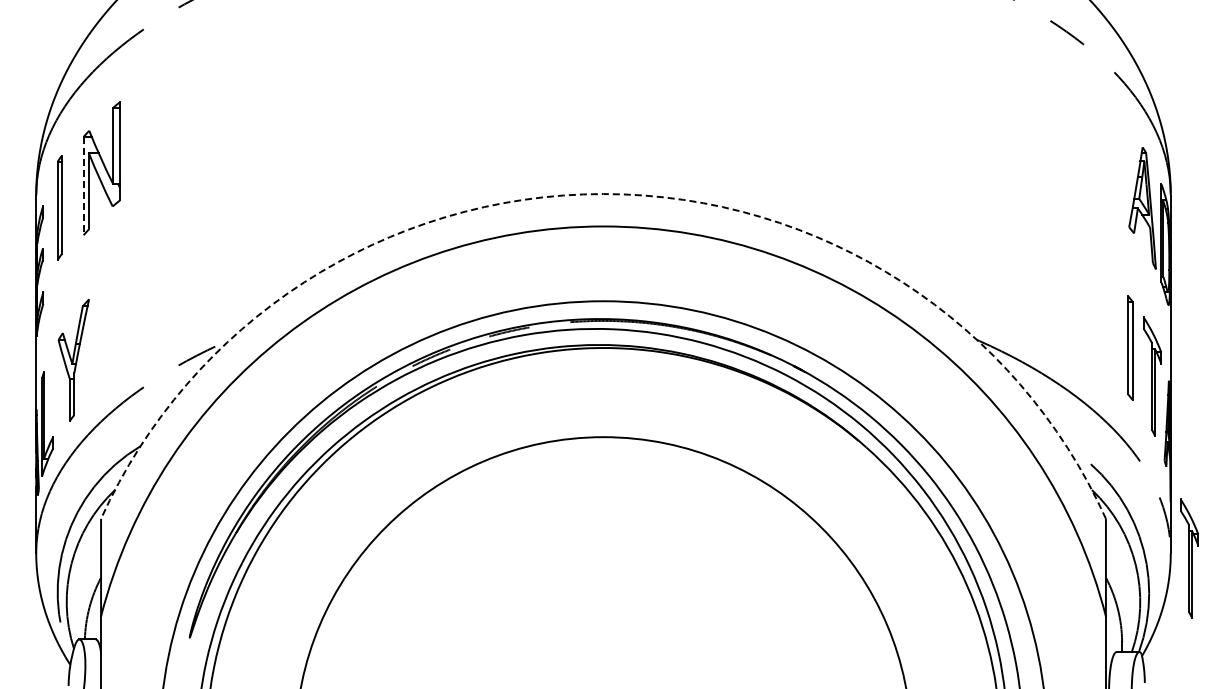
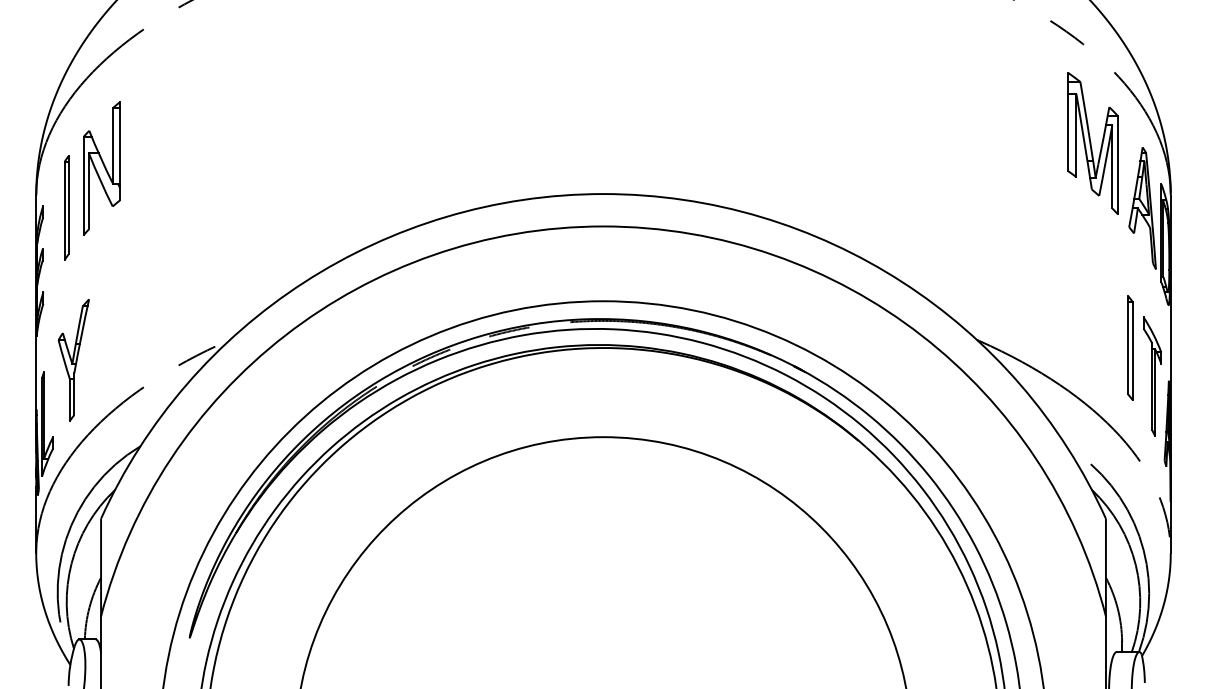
part at (1092, 143): none -> present
line at (83, 186): dashed -> solid
arc at (603, 194): dashed -> solid
part at (59, 207) position: (59, 207) -> (66, 207)
part at (1189, 558): present -> none
